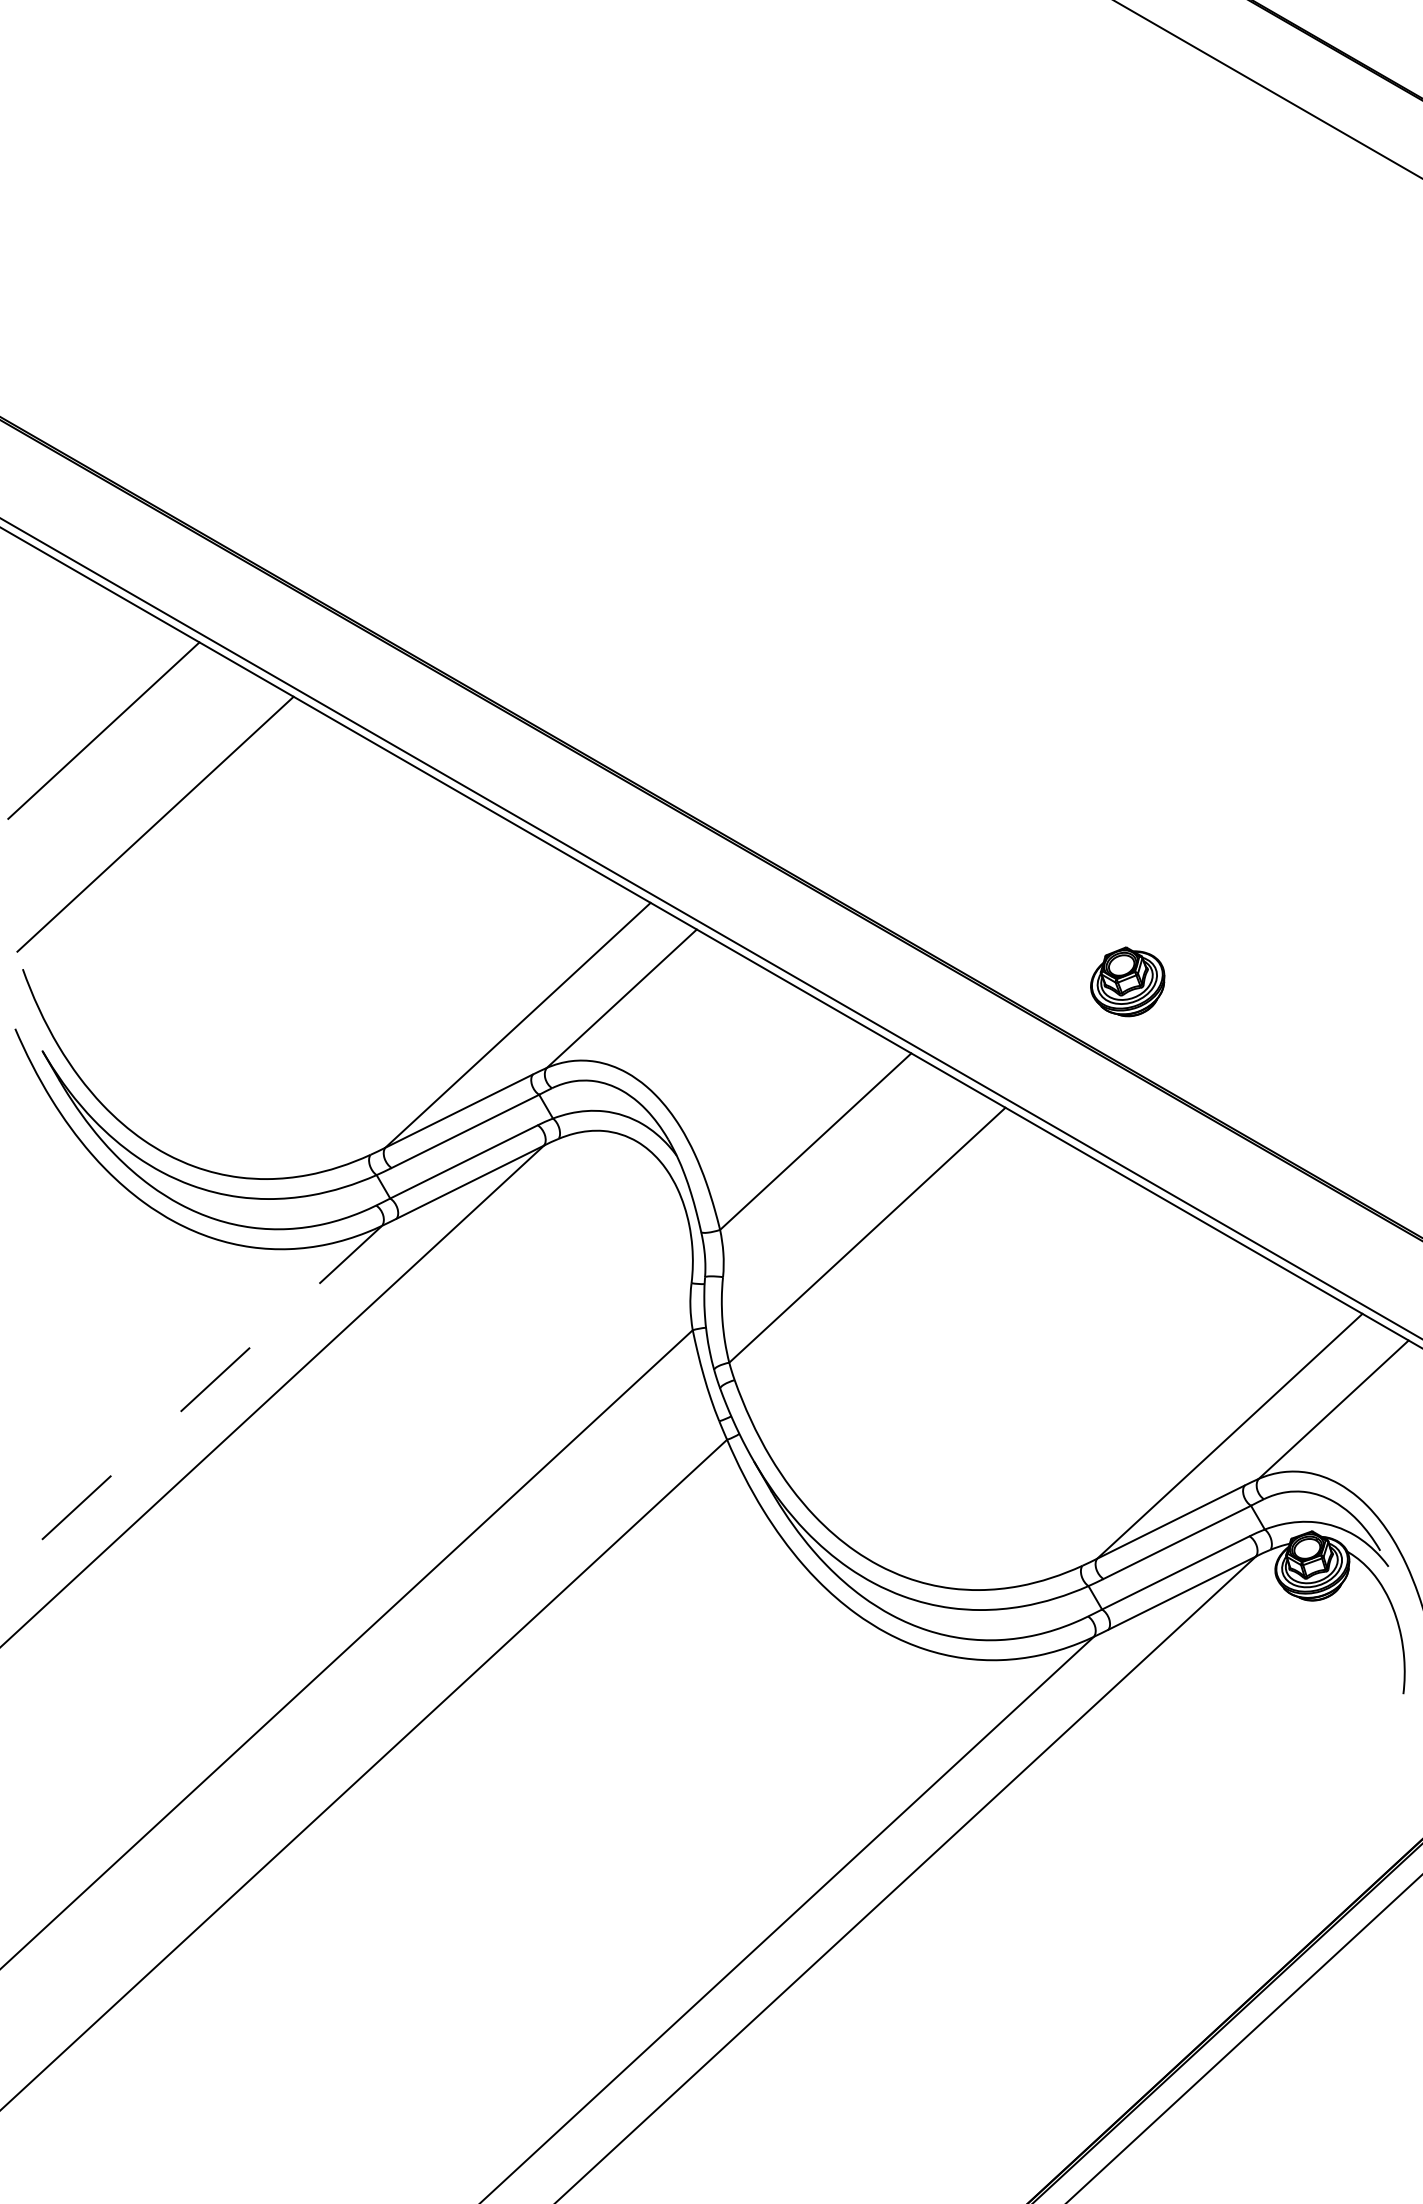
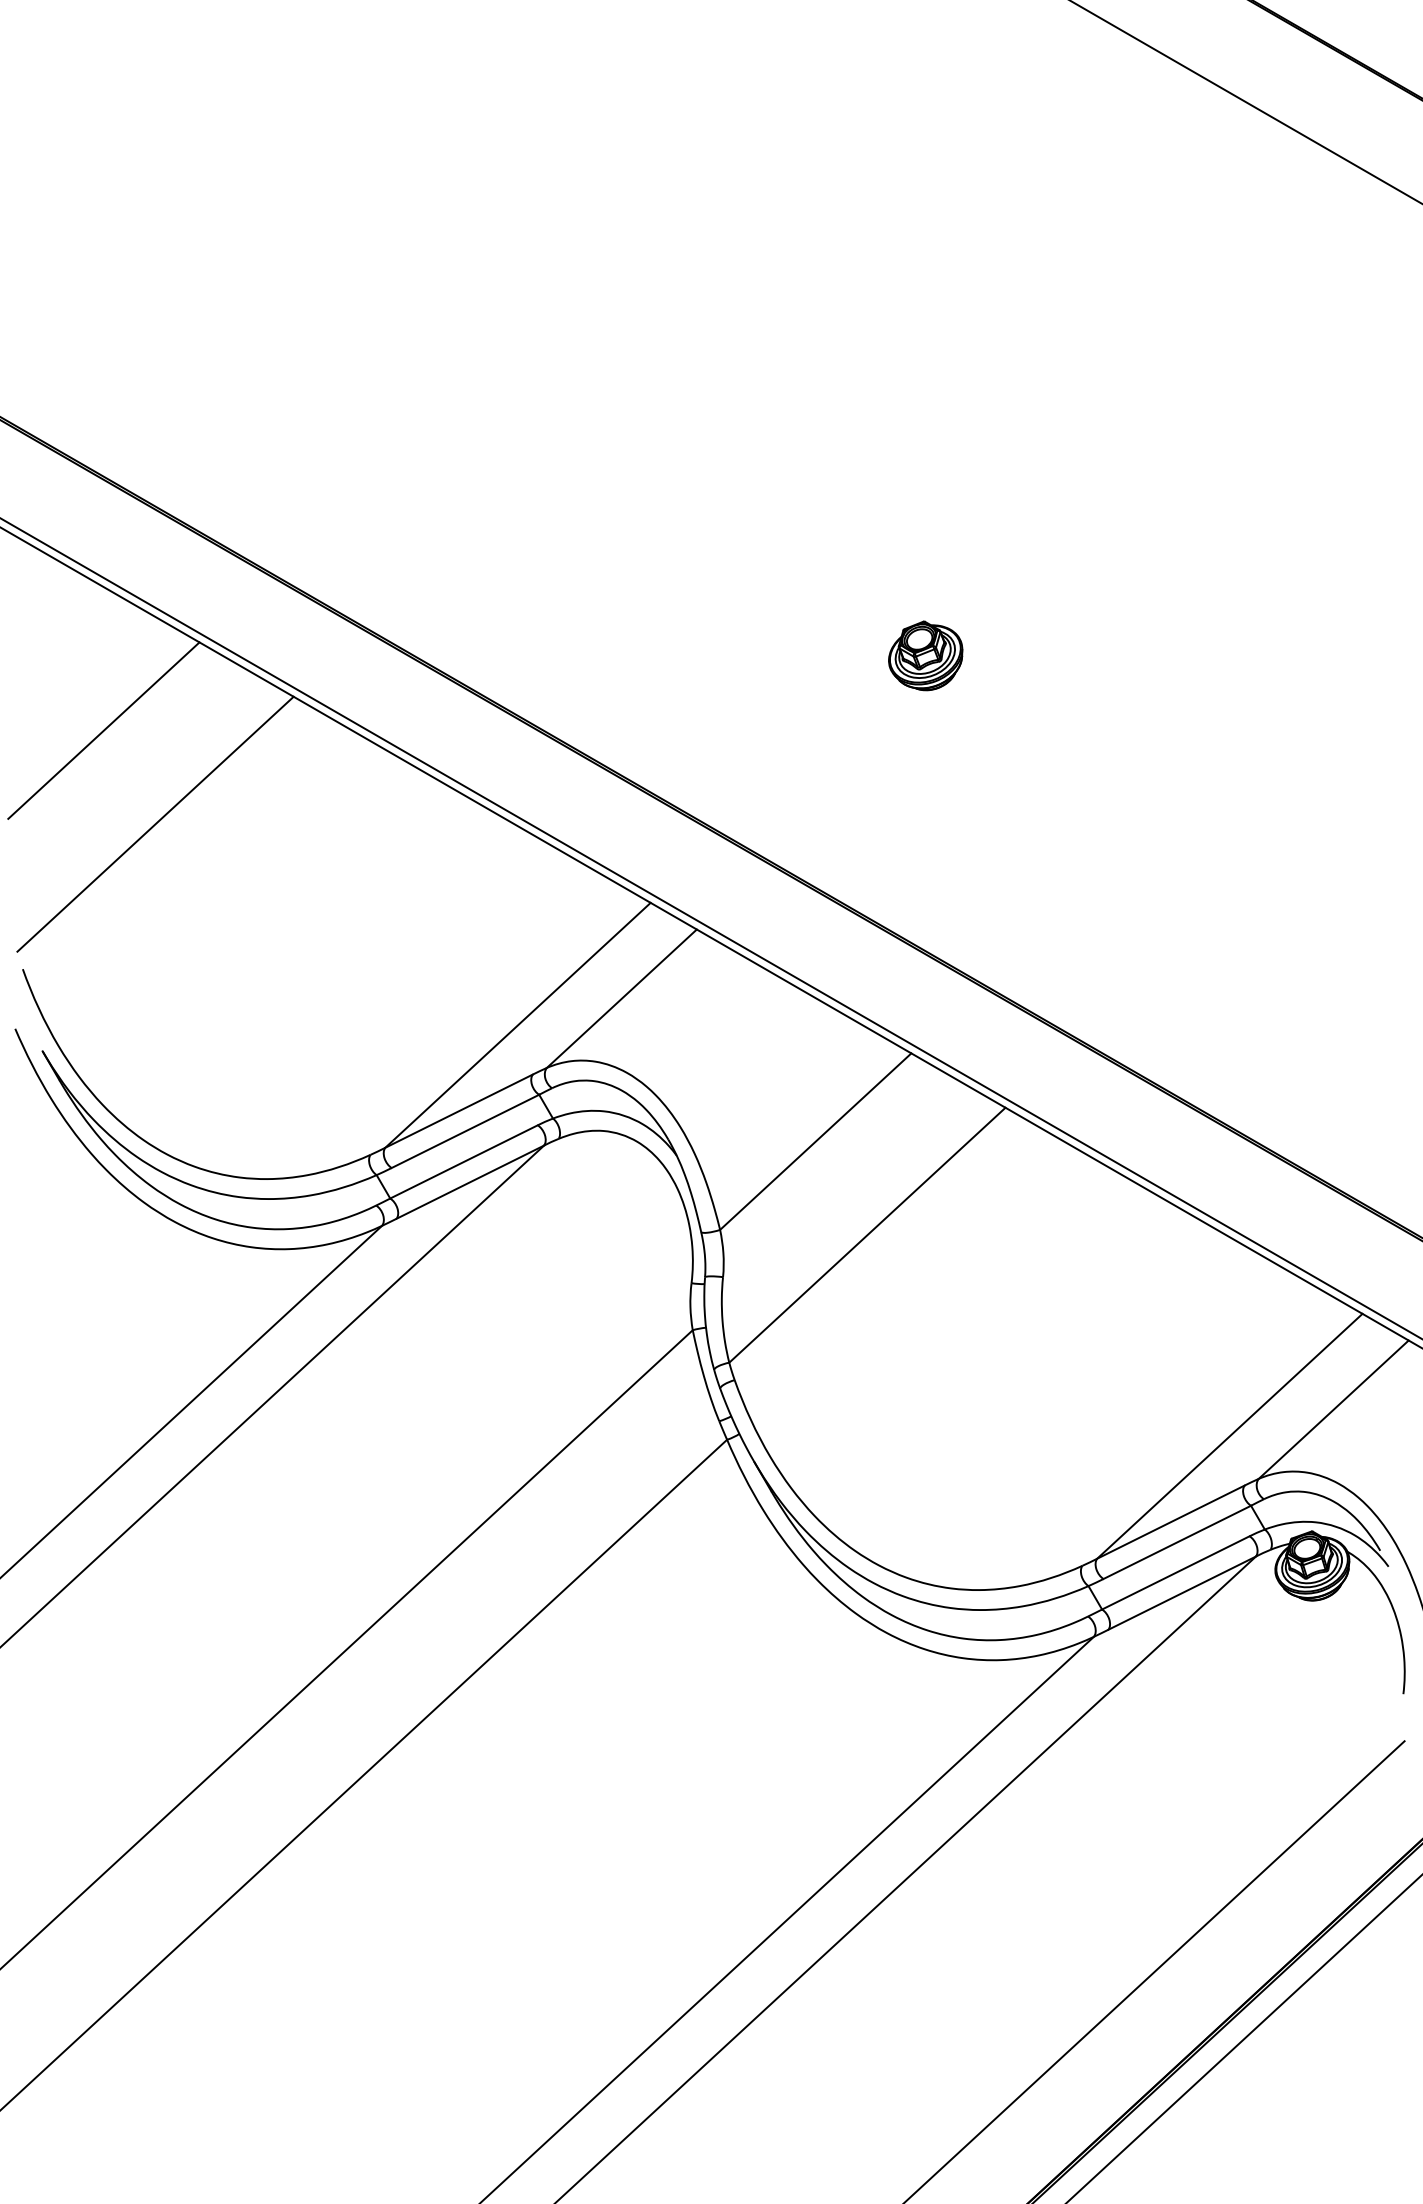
line at (1268, 89) position: (1268, 89) -> (1246, 102)
part at (1127, 981) position: (1127, 981) -> (925, 655)
line at (191, 1402): dashed -> solid
line at (1155, 1970): none -> present
